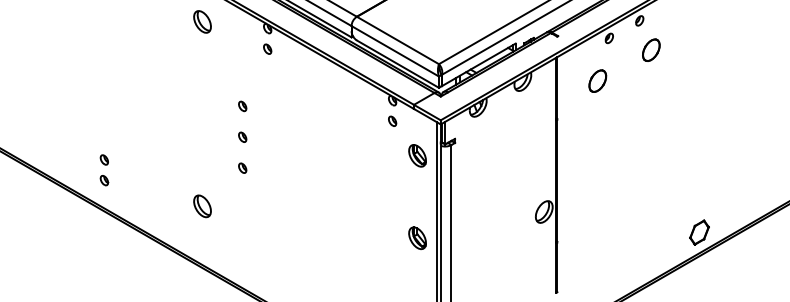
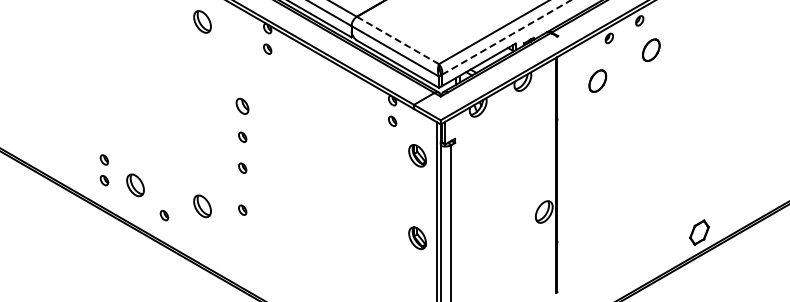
line at (507, 37): solid -> dashed
line at (398, 40): solid -> dashed
part at (242, 106) size: 10x13 px -> 15x18 px
part at (135, 185): none -> present
part at (242, 209): none -> present
part at (164, 215): none -> present
